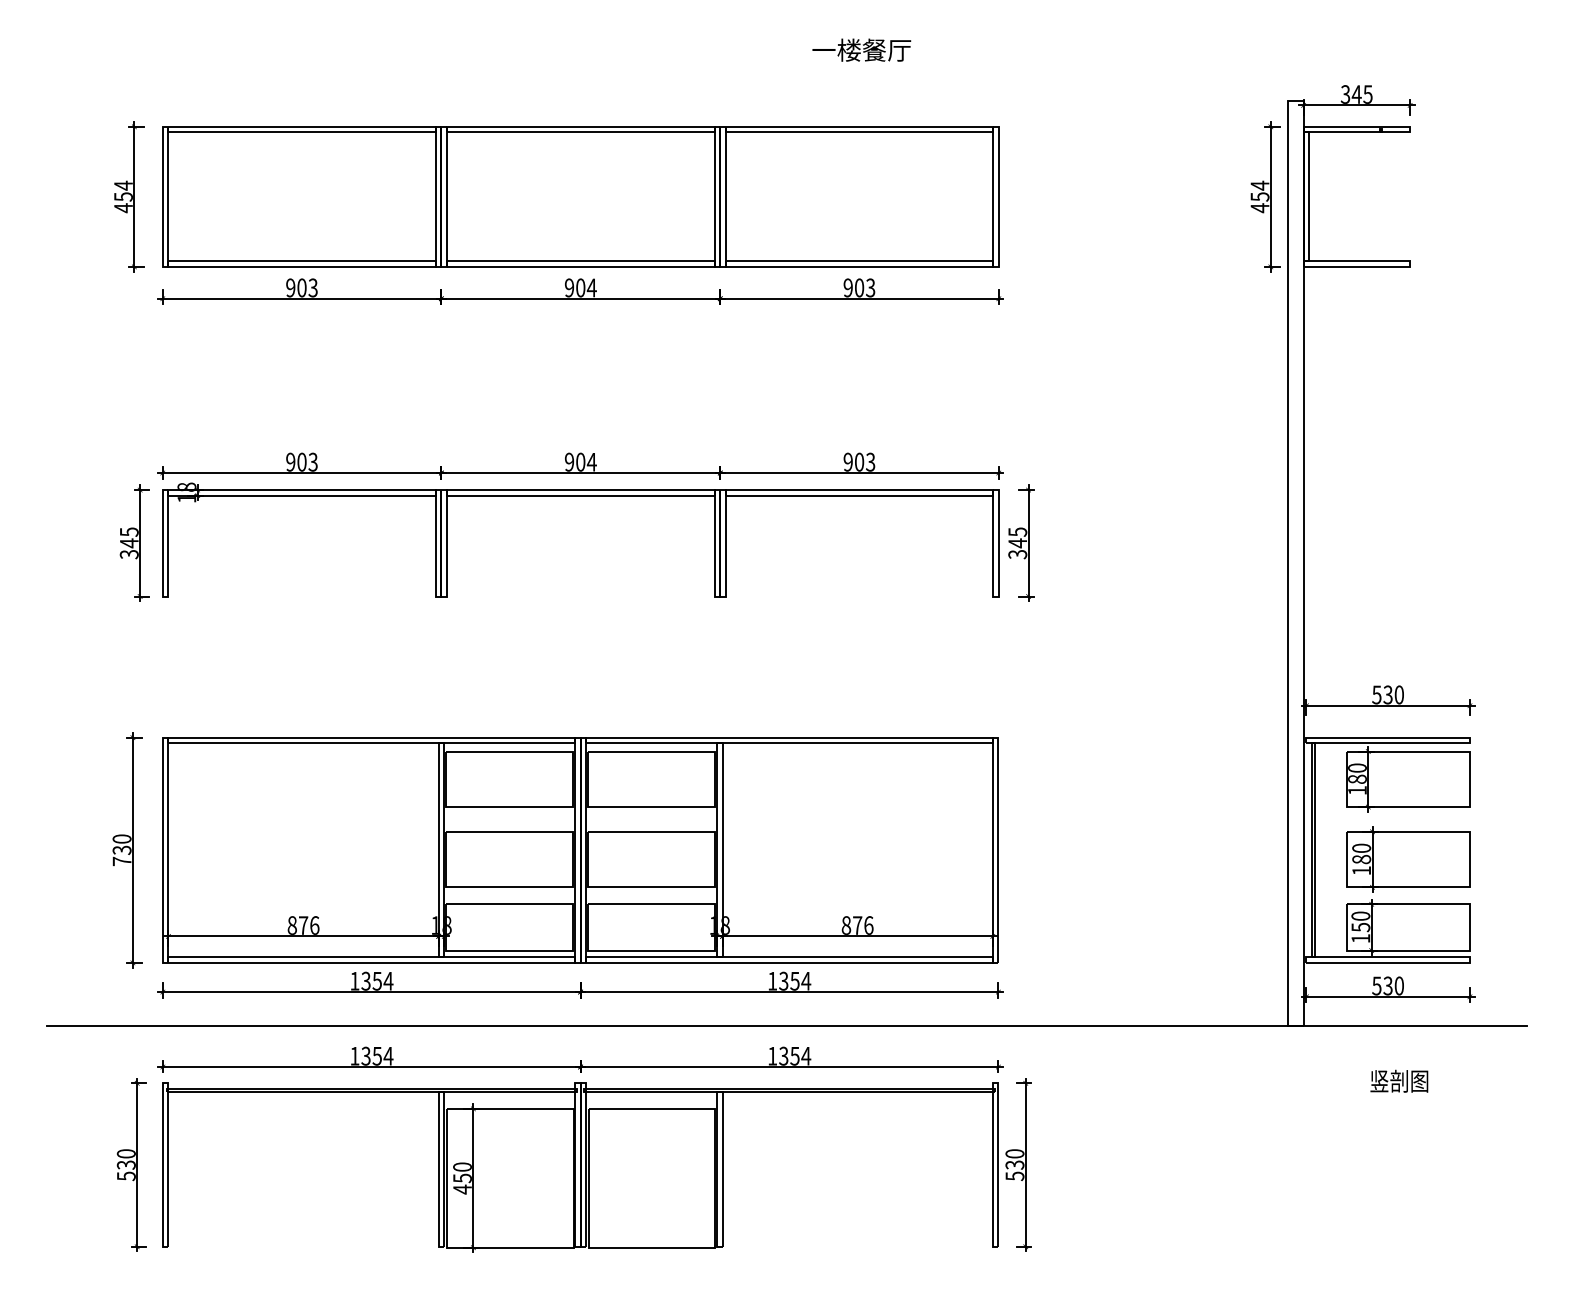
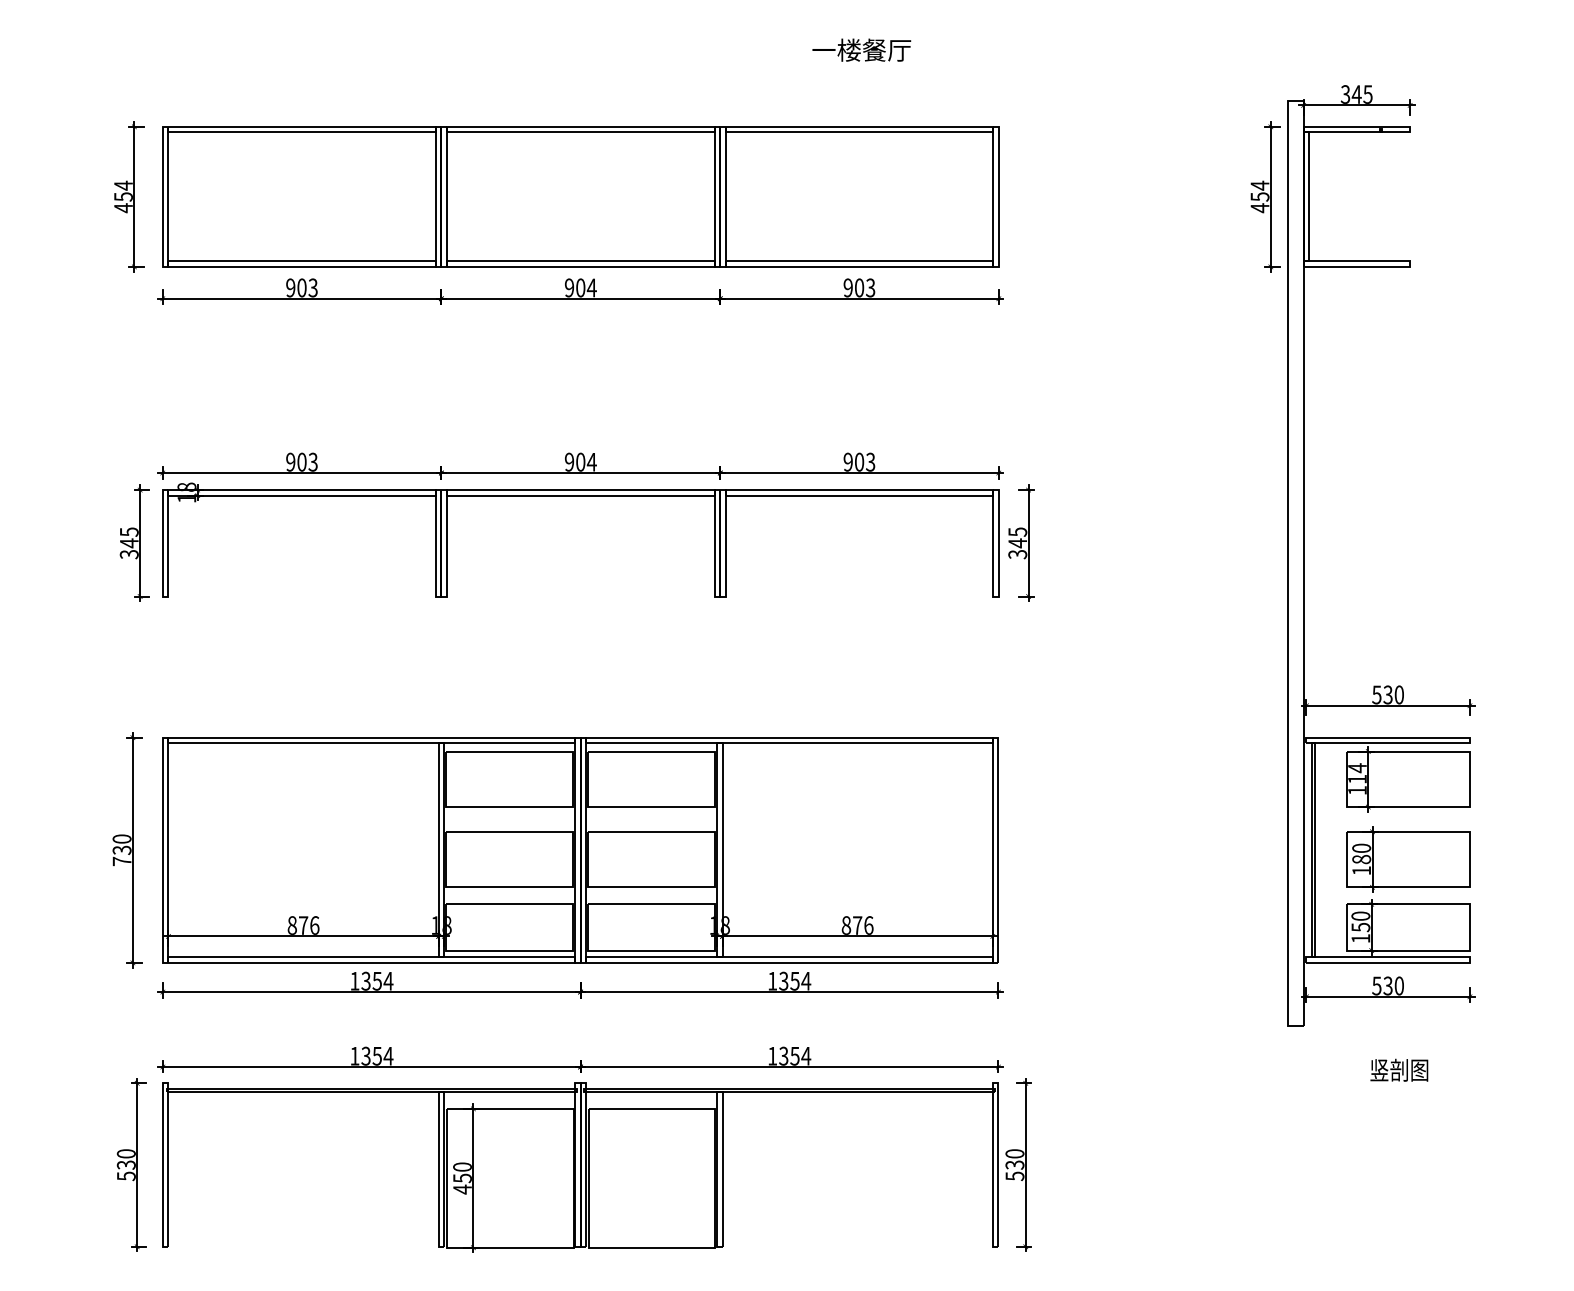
text at (1357, 773): 180 -> 114
line at (786, 1025): present -> none
text at (1399, 1080) position: (1399, 1080) -> (1399, 1069)
